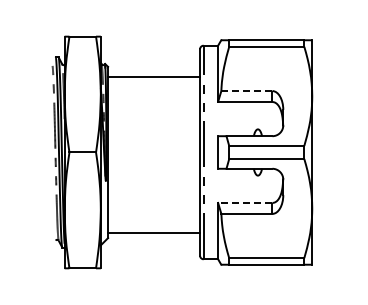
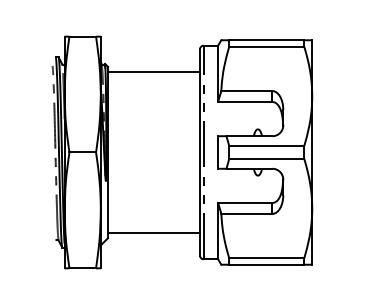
line at (154, 77) position: (154, 77) -> (154, 72)
line at (246, 91): dashed -> solid
line at (244, 202): dashed -> solid
